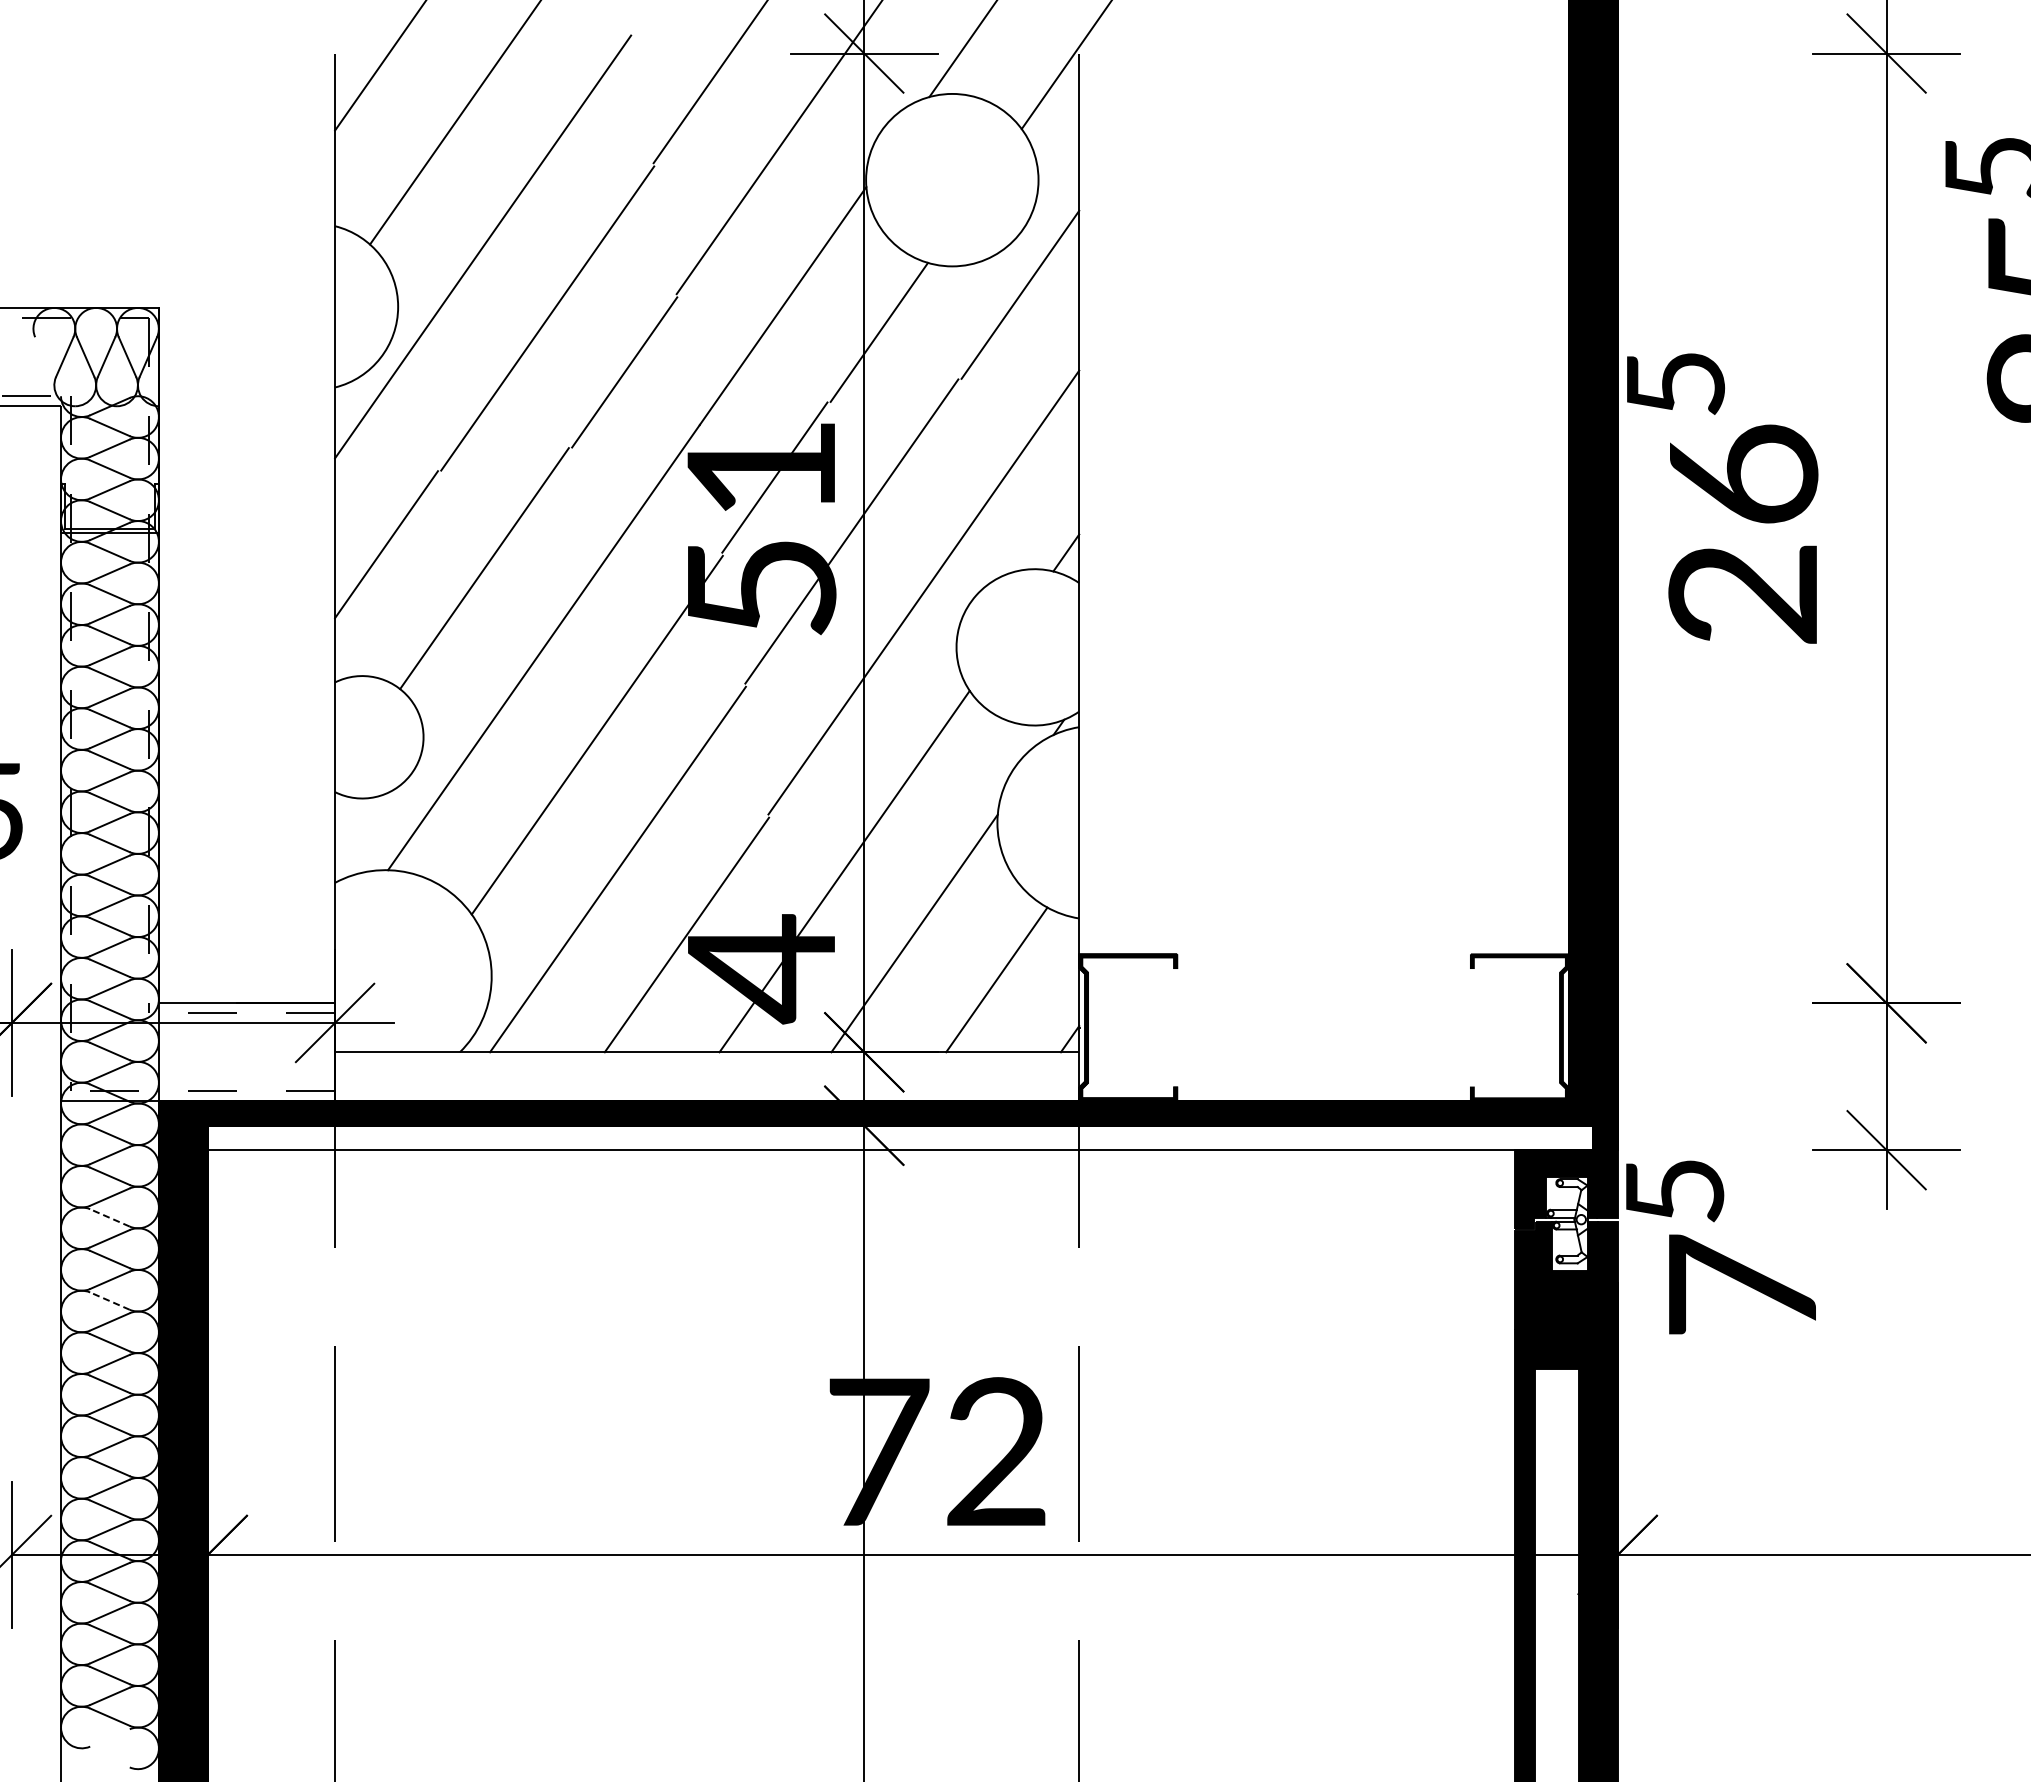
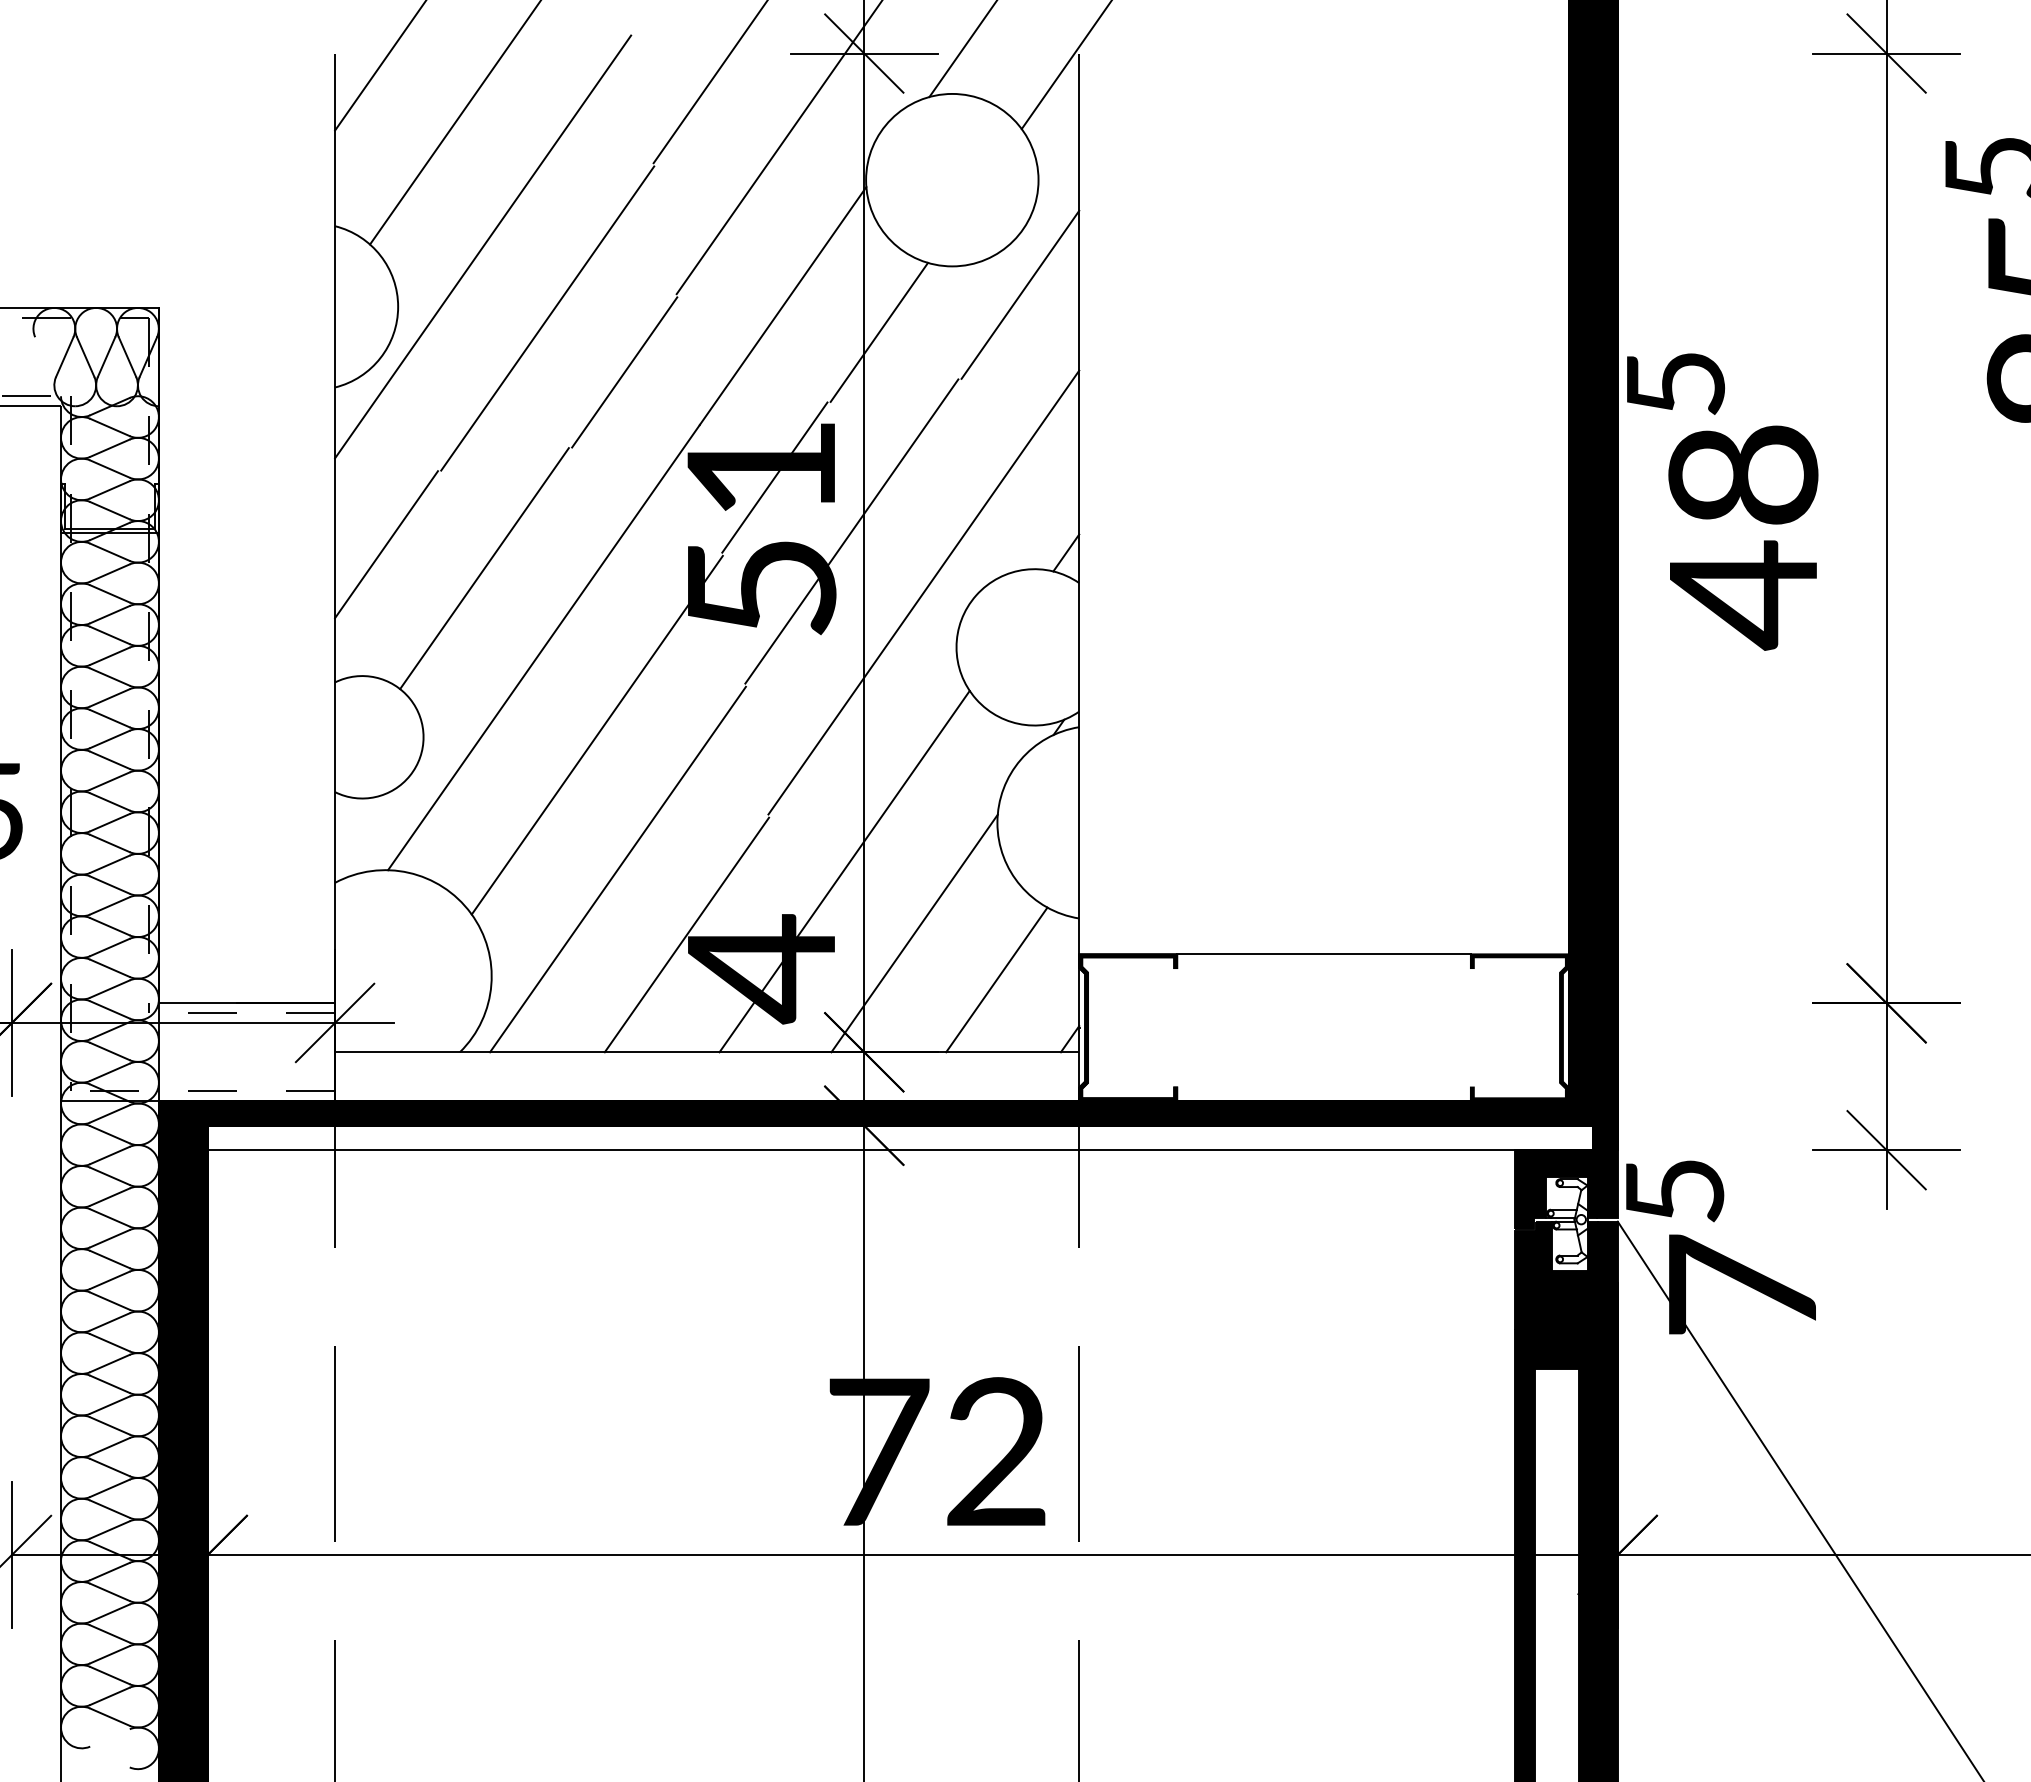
text at (1743, 537): 26 -> 48
line at (1323, 954): none -> present
line at (109, 1217): dashed -> solid
line at (109, 1301): dashed -> solid
line at (1799, 1499): none -> present
